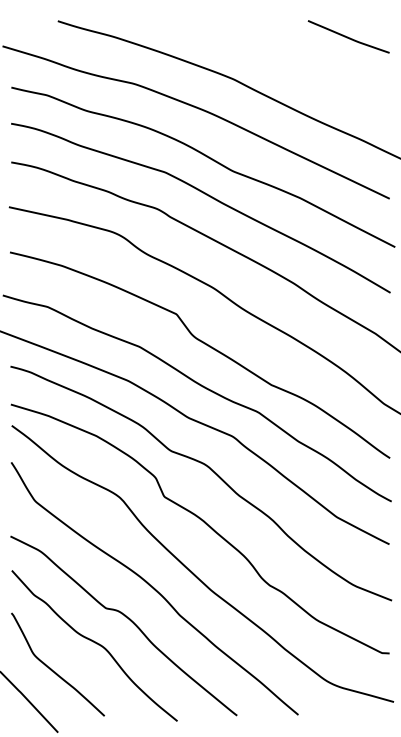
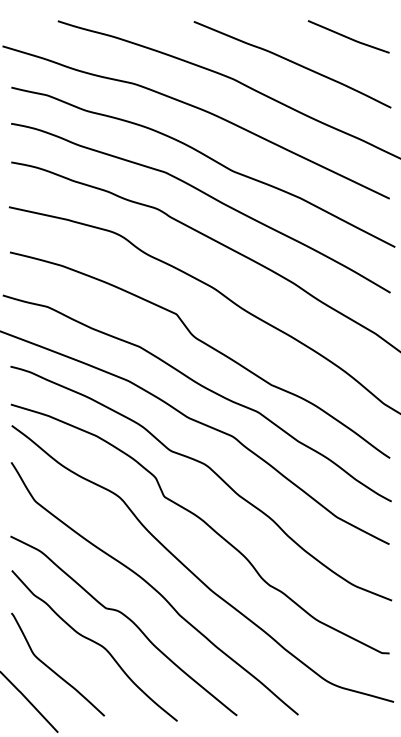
curve at (293, 63): none -> present
